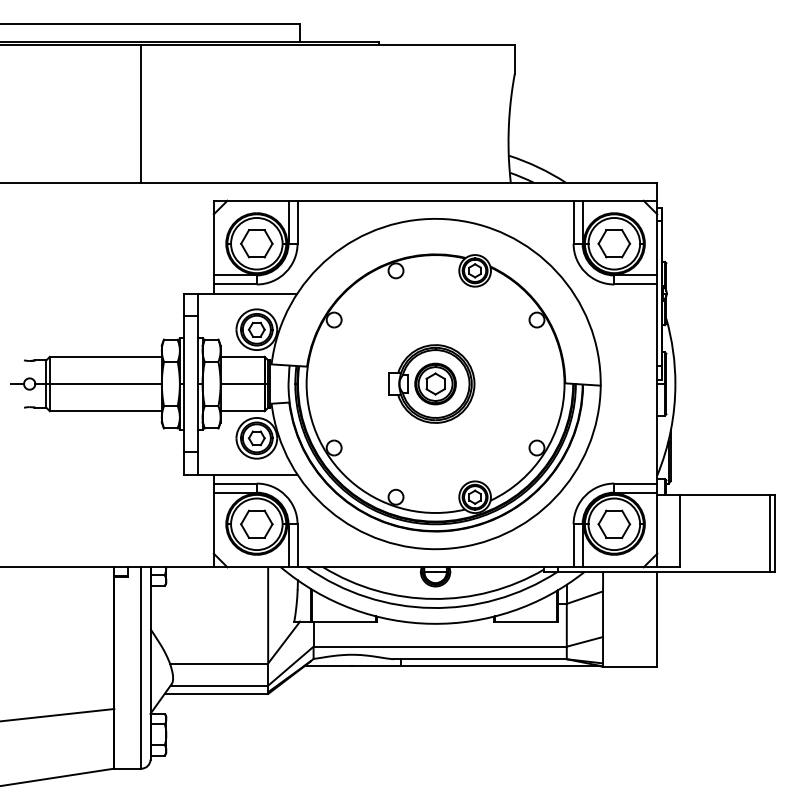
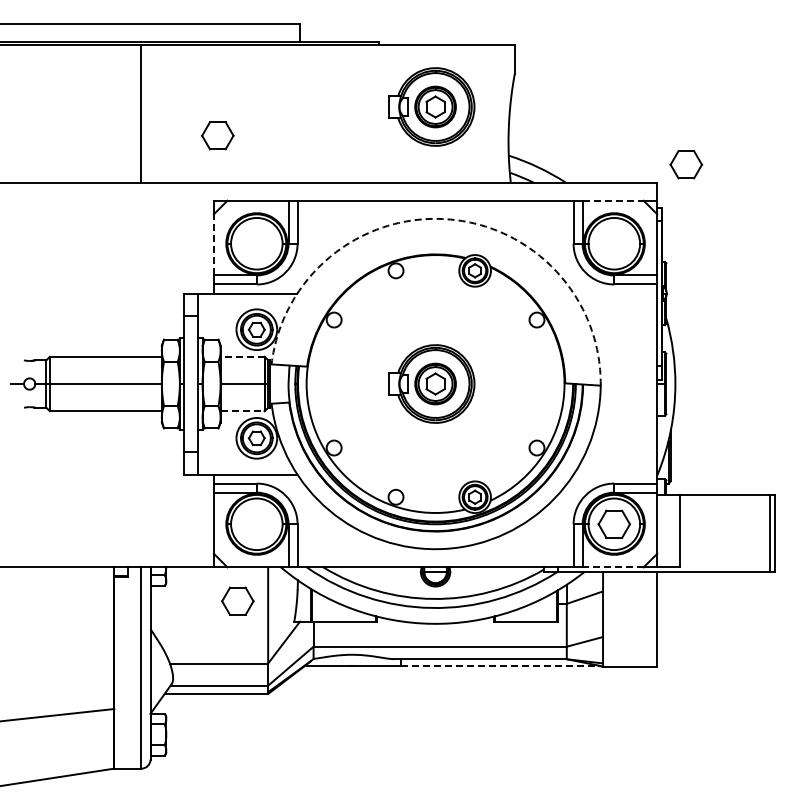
part at (431, 106): none -> present
line at (613, 200): solid -> dashed
arc at (446, 219): solid -> dashed
part at (256, 243) position: (256, 243) -> (217, 135)
part at (614, 243) position: (614, 243) -> (686, 164)
line at (213, 244): solid -> dashed
line at (242, 356): solid -> dashed
line at (242, 411): solid -> dashed
part at (256, 523) position: (256, 523) -> (237, 600)
line at (613, 567): solid -> dashed
line at (500, 665): solid -> dashed
